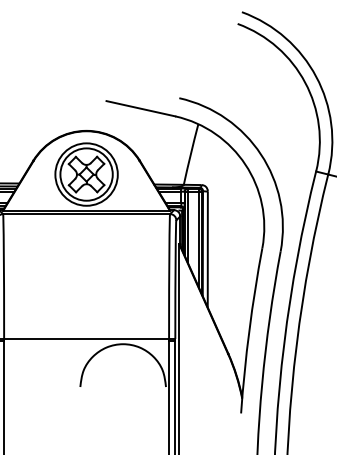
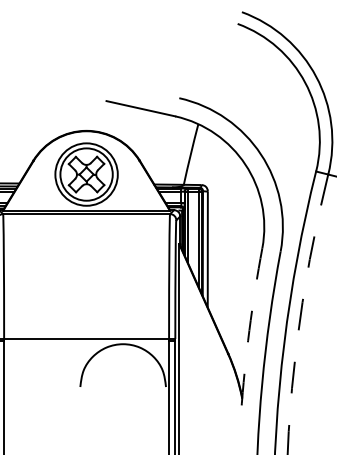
arc at (300, 314): solid -> dashed
arc at (249, 330): solid -> dashed
